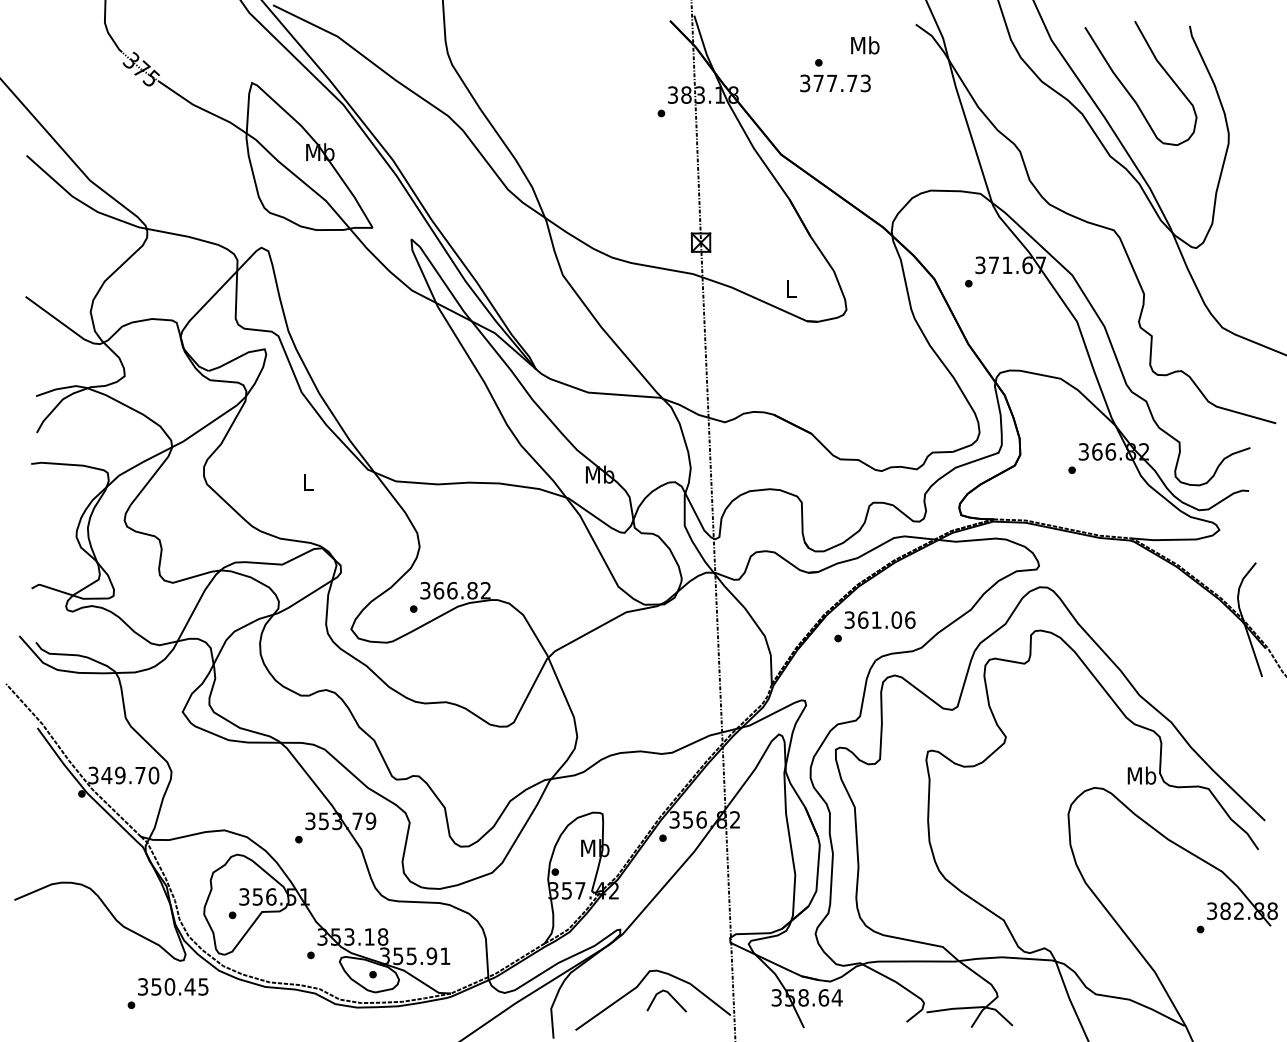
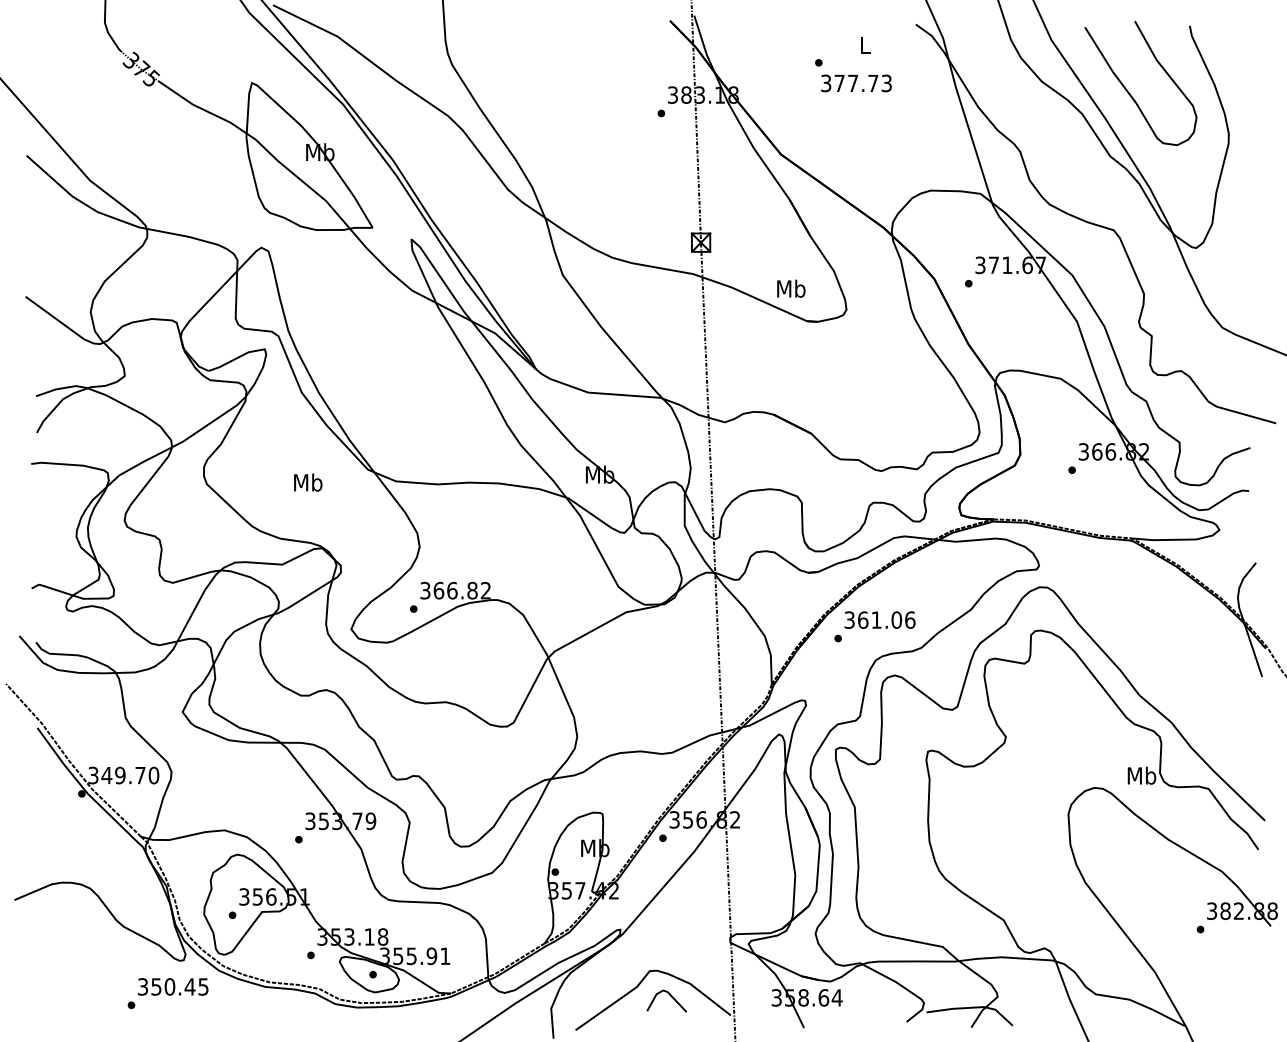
text at (865, 45): Mb -> L
text at (835, 83) position: (835, 83) -> (856, 83)
text at (791, 288): L -> Mb
text at (308, 482): L -> Mb
